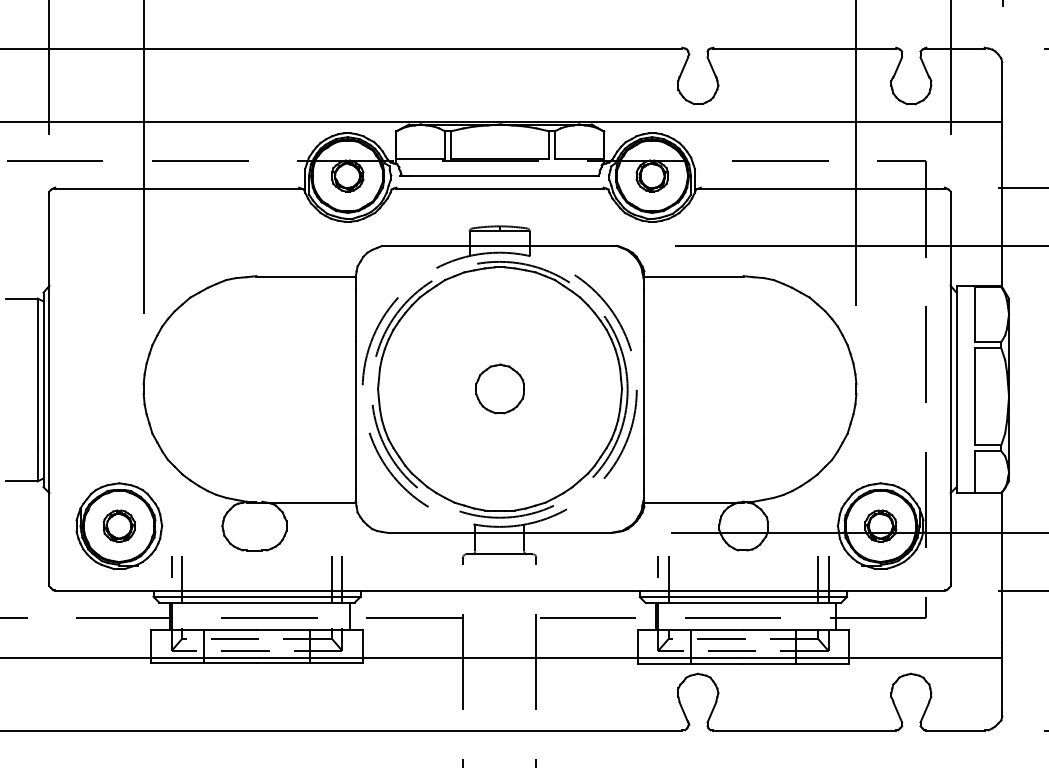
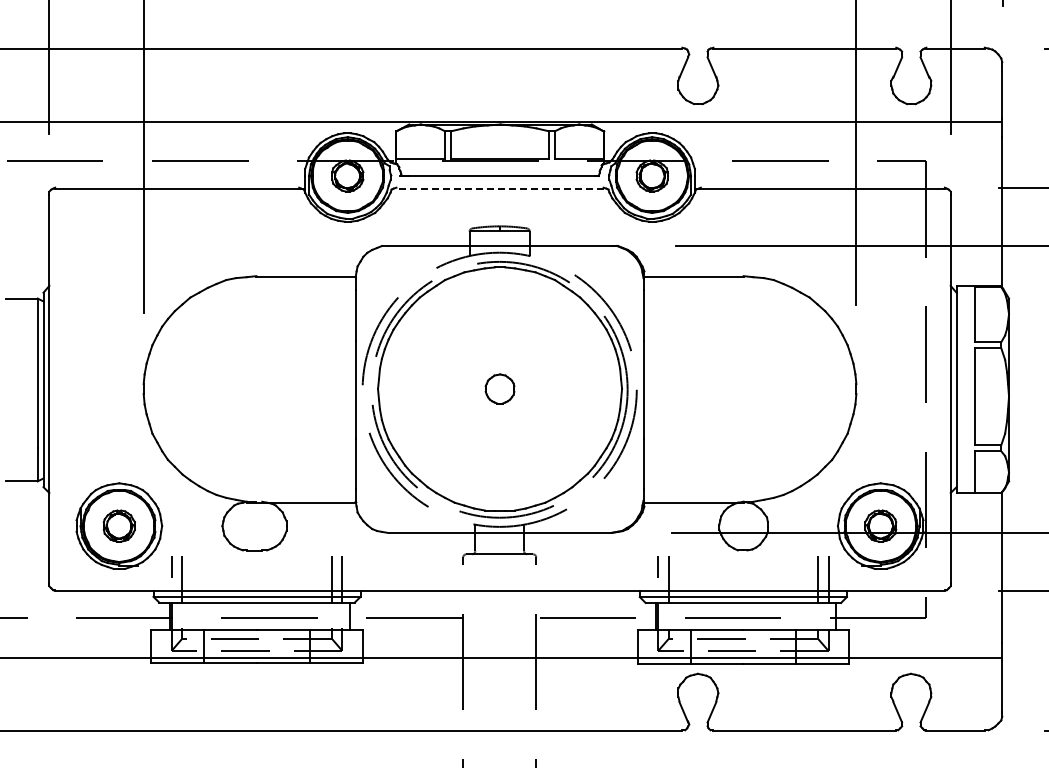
line at (500, 188): solid -> dashed
part at (499, 388) size: 50x52 px -> 32x32 px
